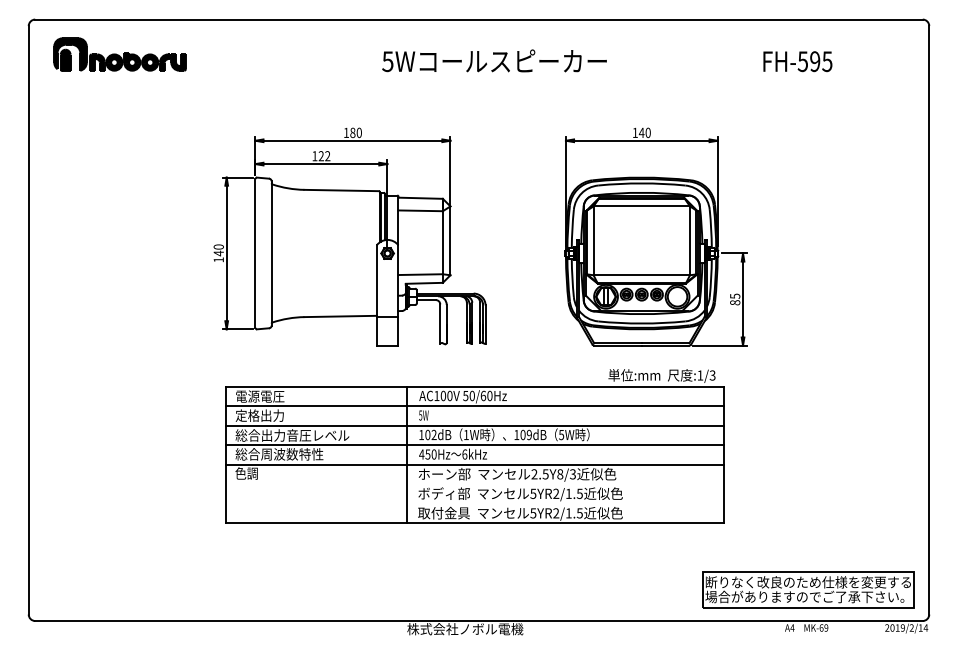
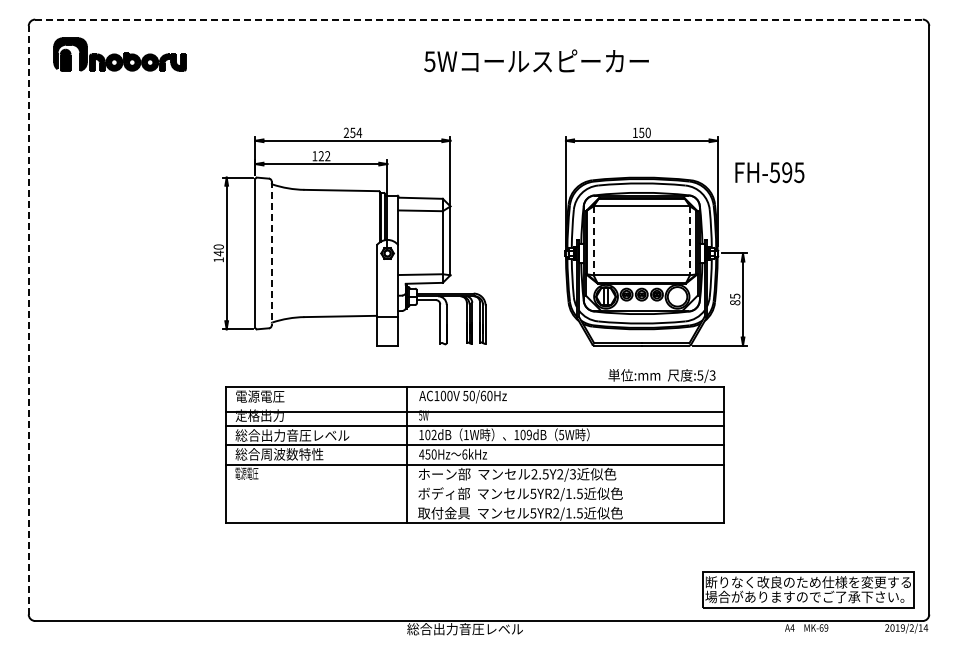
line at (479, 19): solid -> dashed
text at (494, 60) position: (494, 60) -> (536, 60)
text at (797, 61) position: (797, 61) -> (769, 172)
text at (352, 132): 180 -> 254
text at (641, 132): 140 -> 150
line at (593, 241): solid -> dashed
line at (690, 241): solid -> dashed
line at (271, 253): solid -> dashed
line at (28, 319): solid -> dashed
text at (700, 375): :1/3 -> :5/3
line at (474, 406) position: (474, 406) -> (474, 412)
text at (246, 473): 色調 -> 電源電圧
text at (560, 474): 2.5Y8/3 -> 2.5Y2/3
text at (465, 629): 株式会社ノボル電機 -> 総合出力音圧レベル
